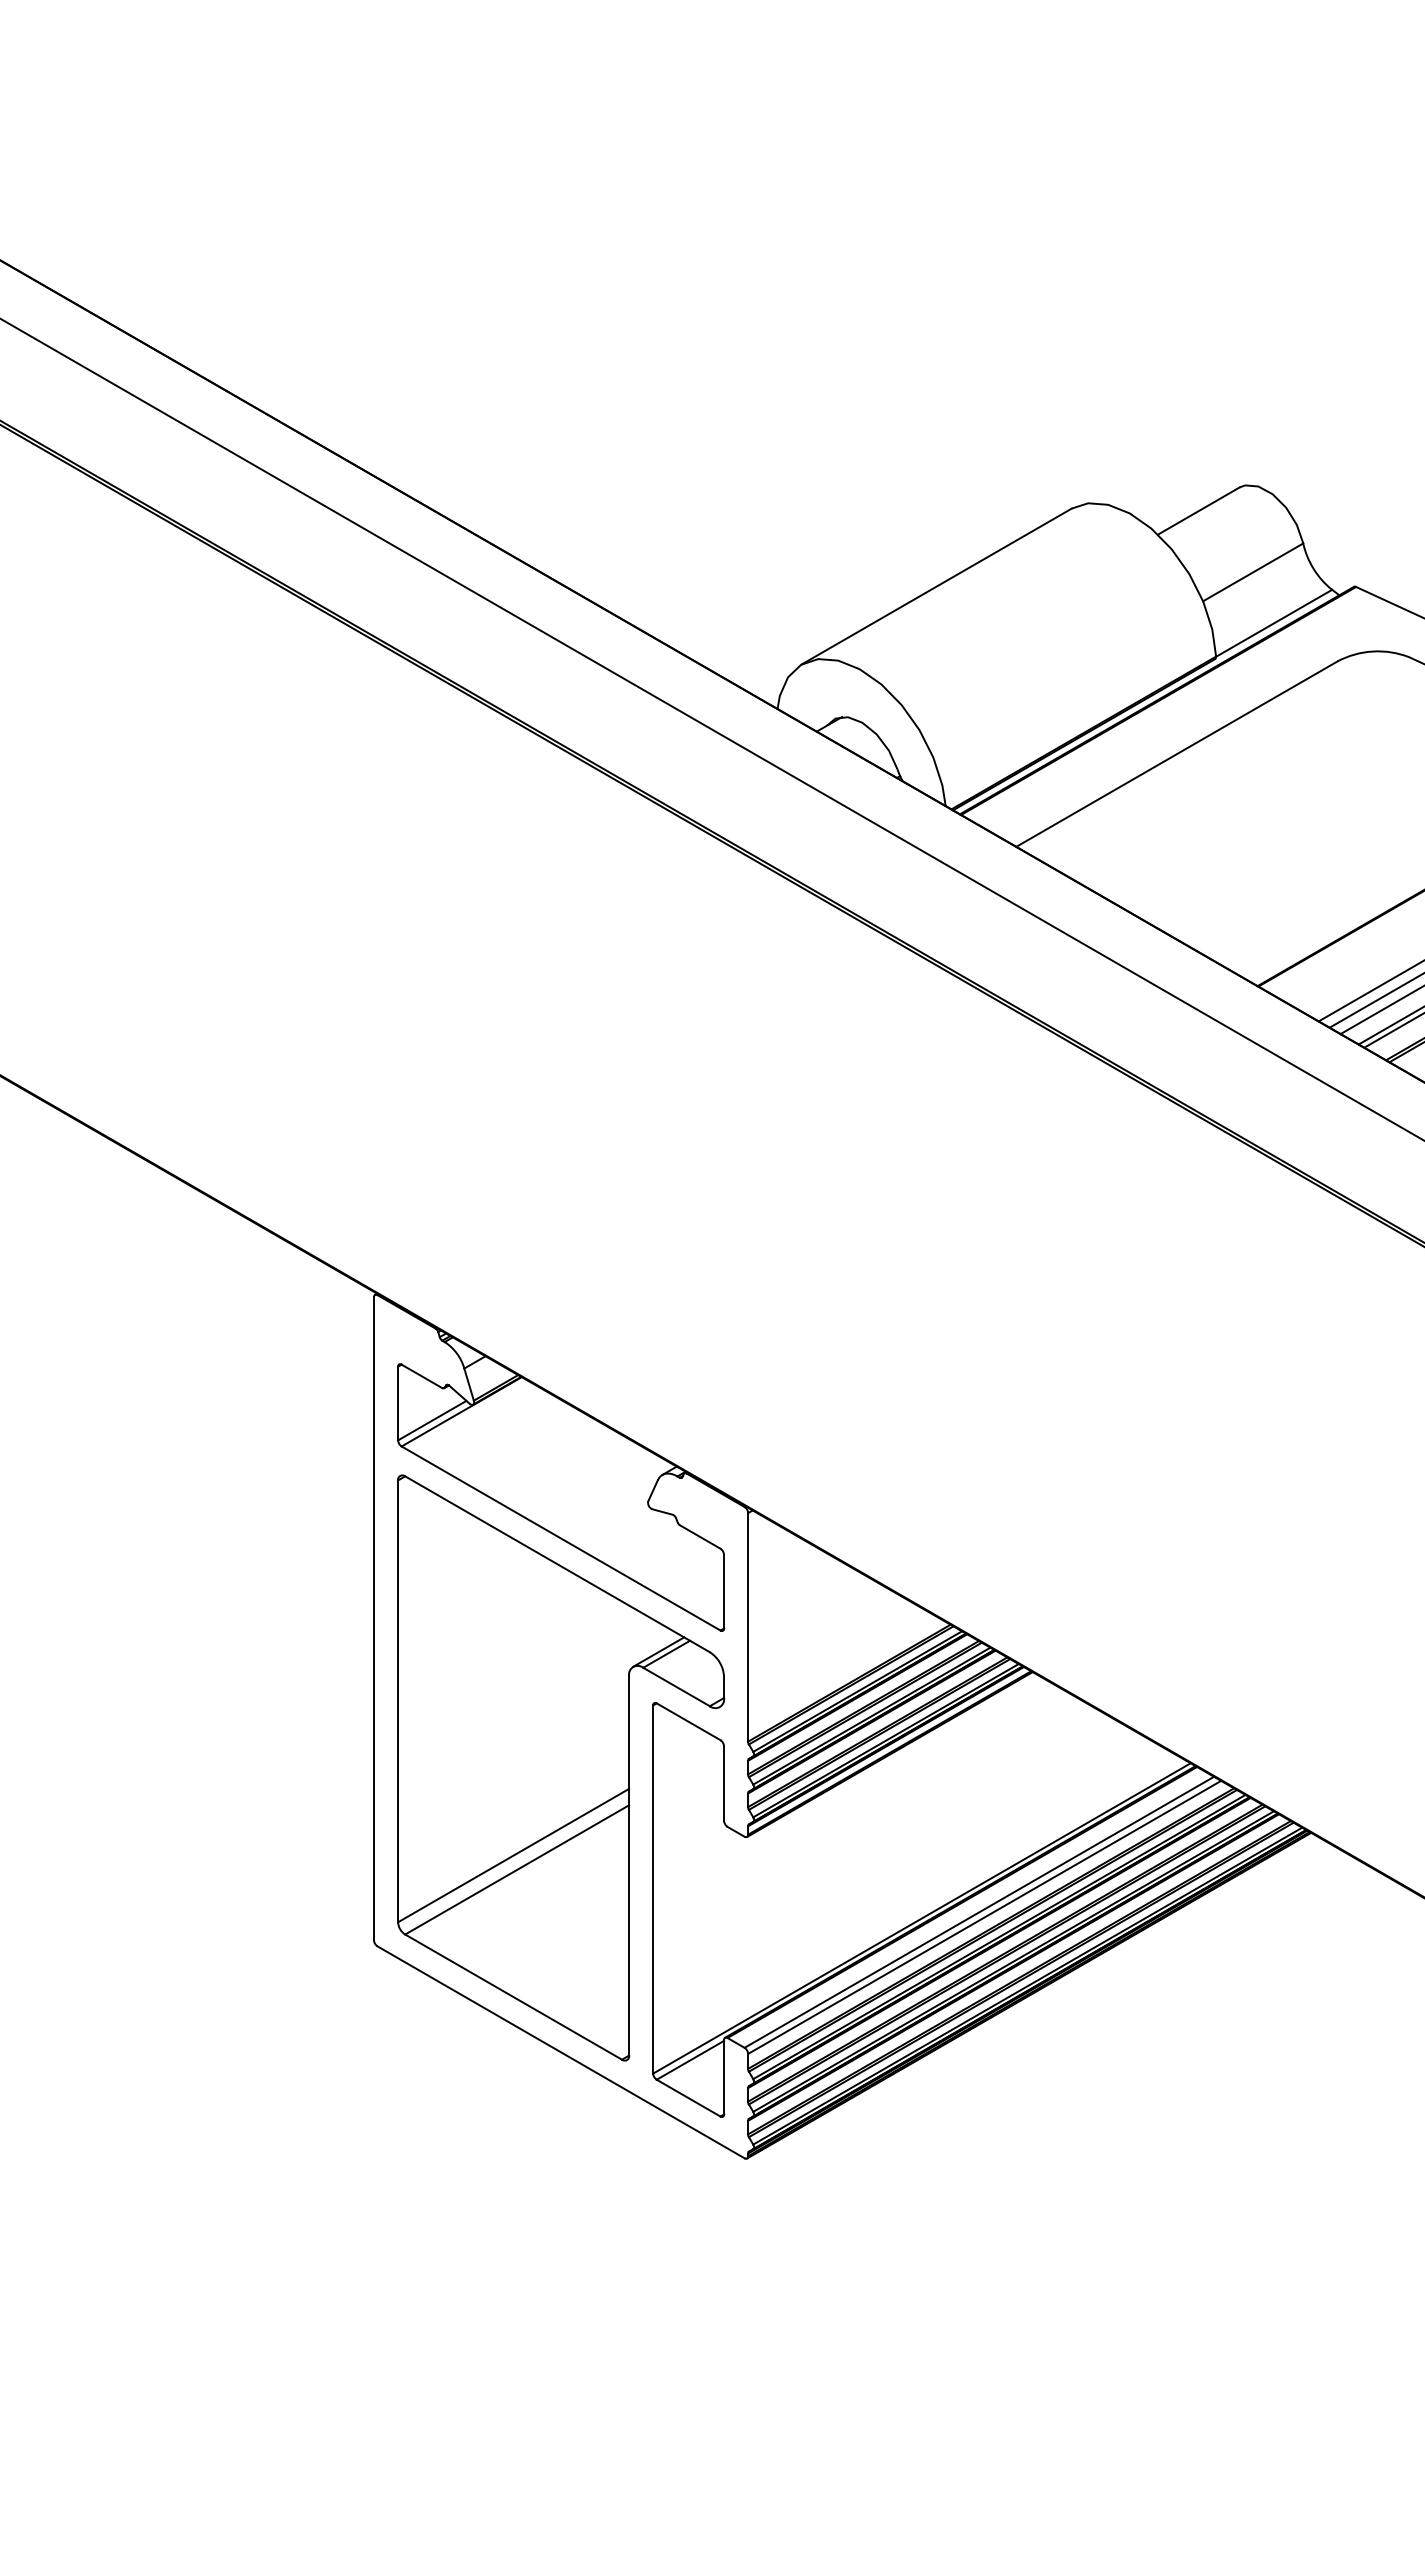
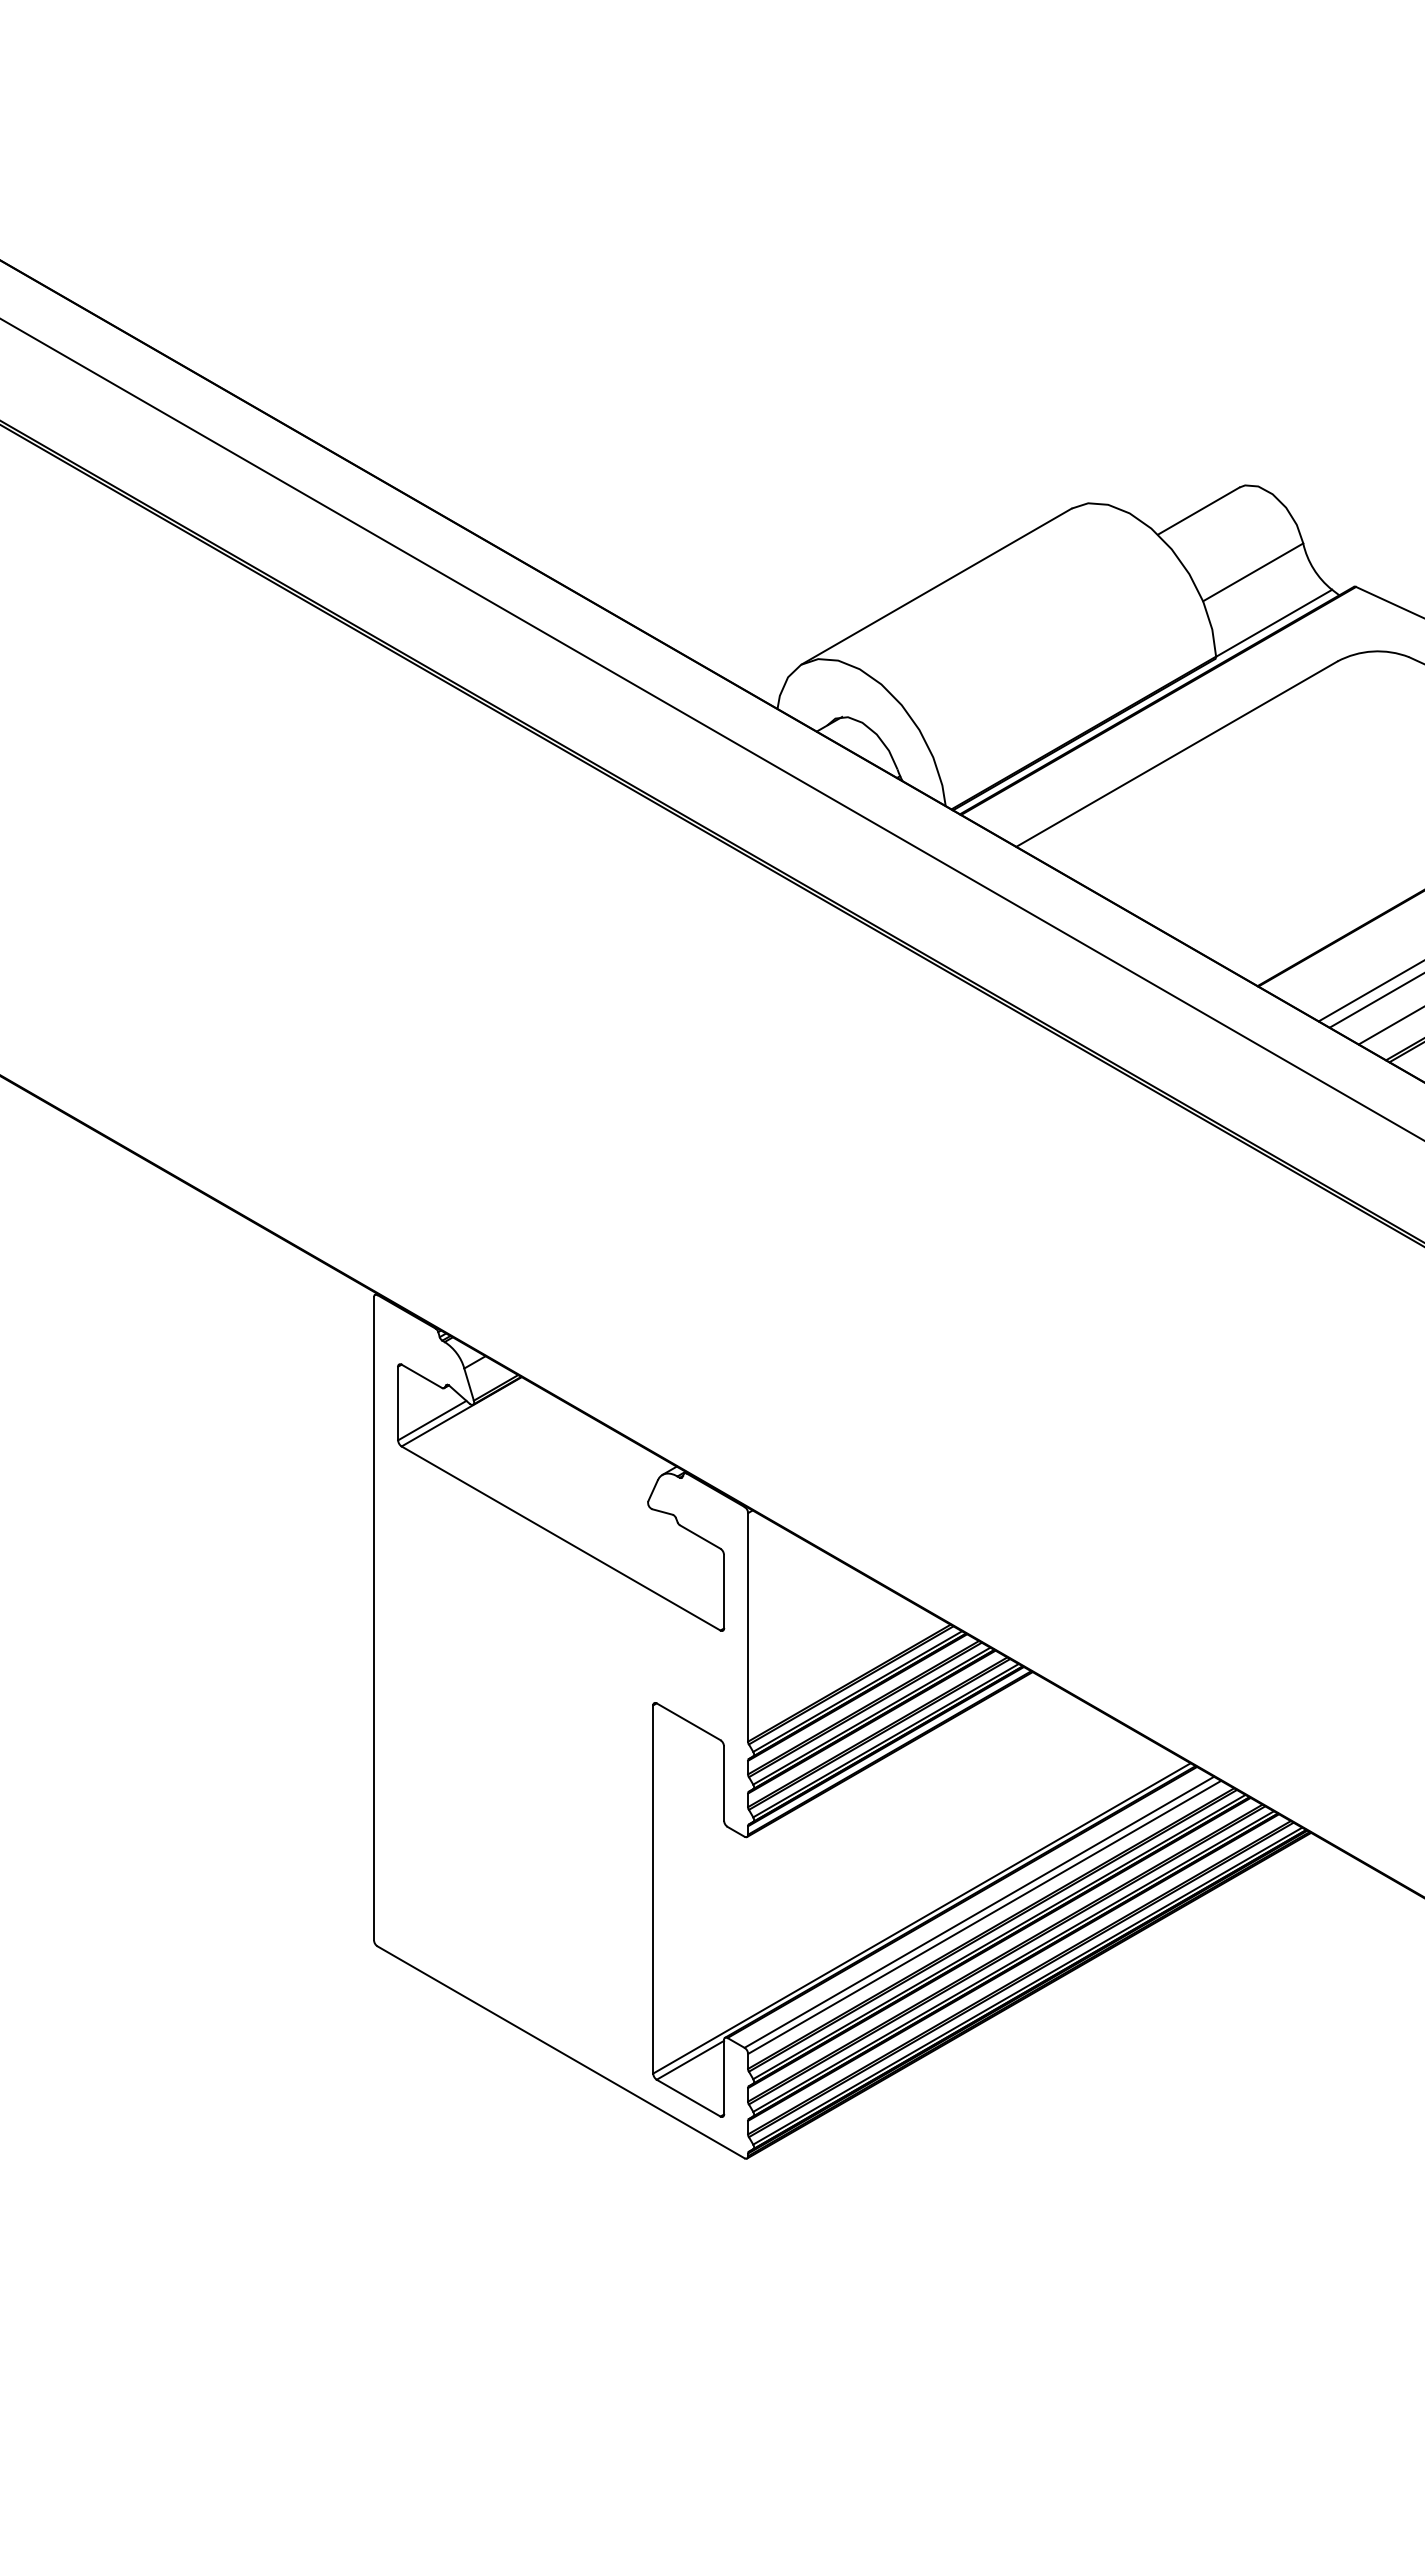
line at (1380, 1010): present -> none
line at (1392, 1030): present -> none
part at (561, 1767): present -> none
